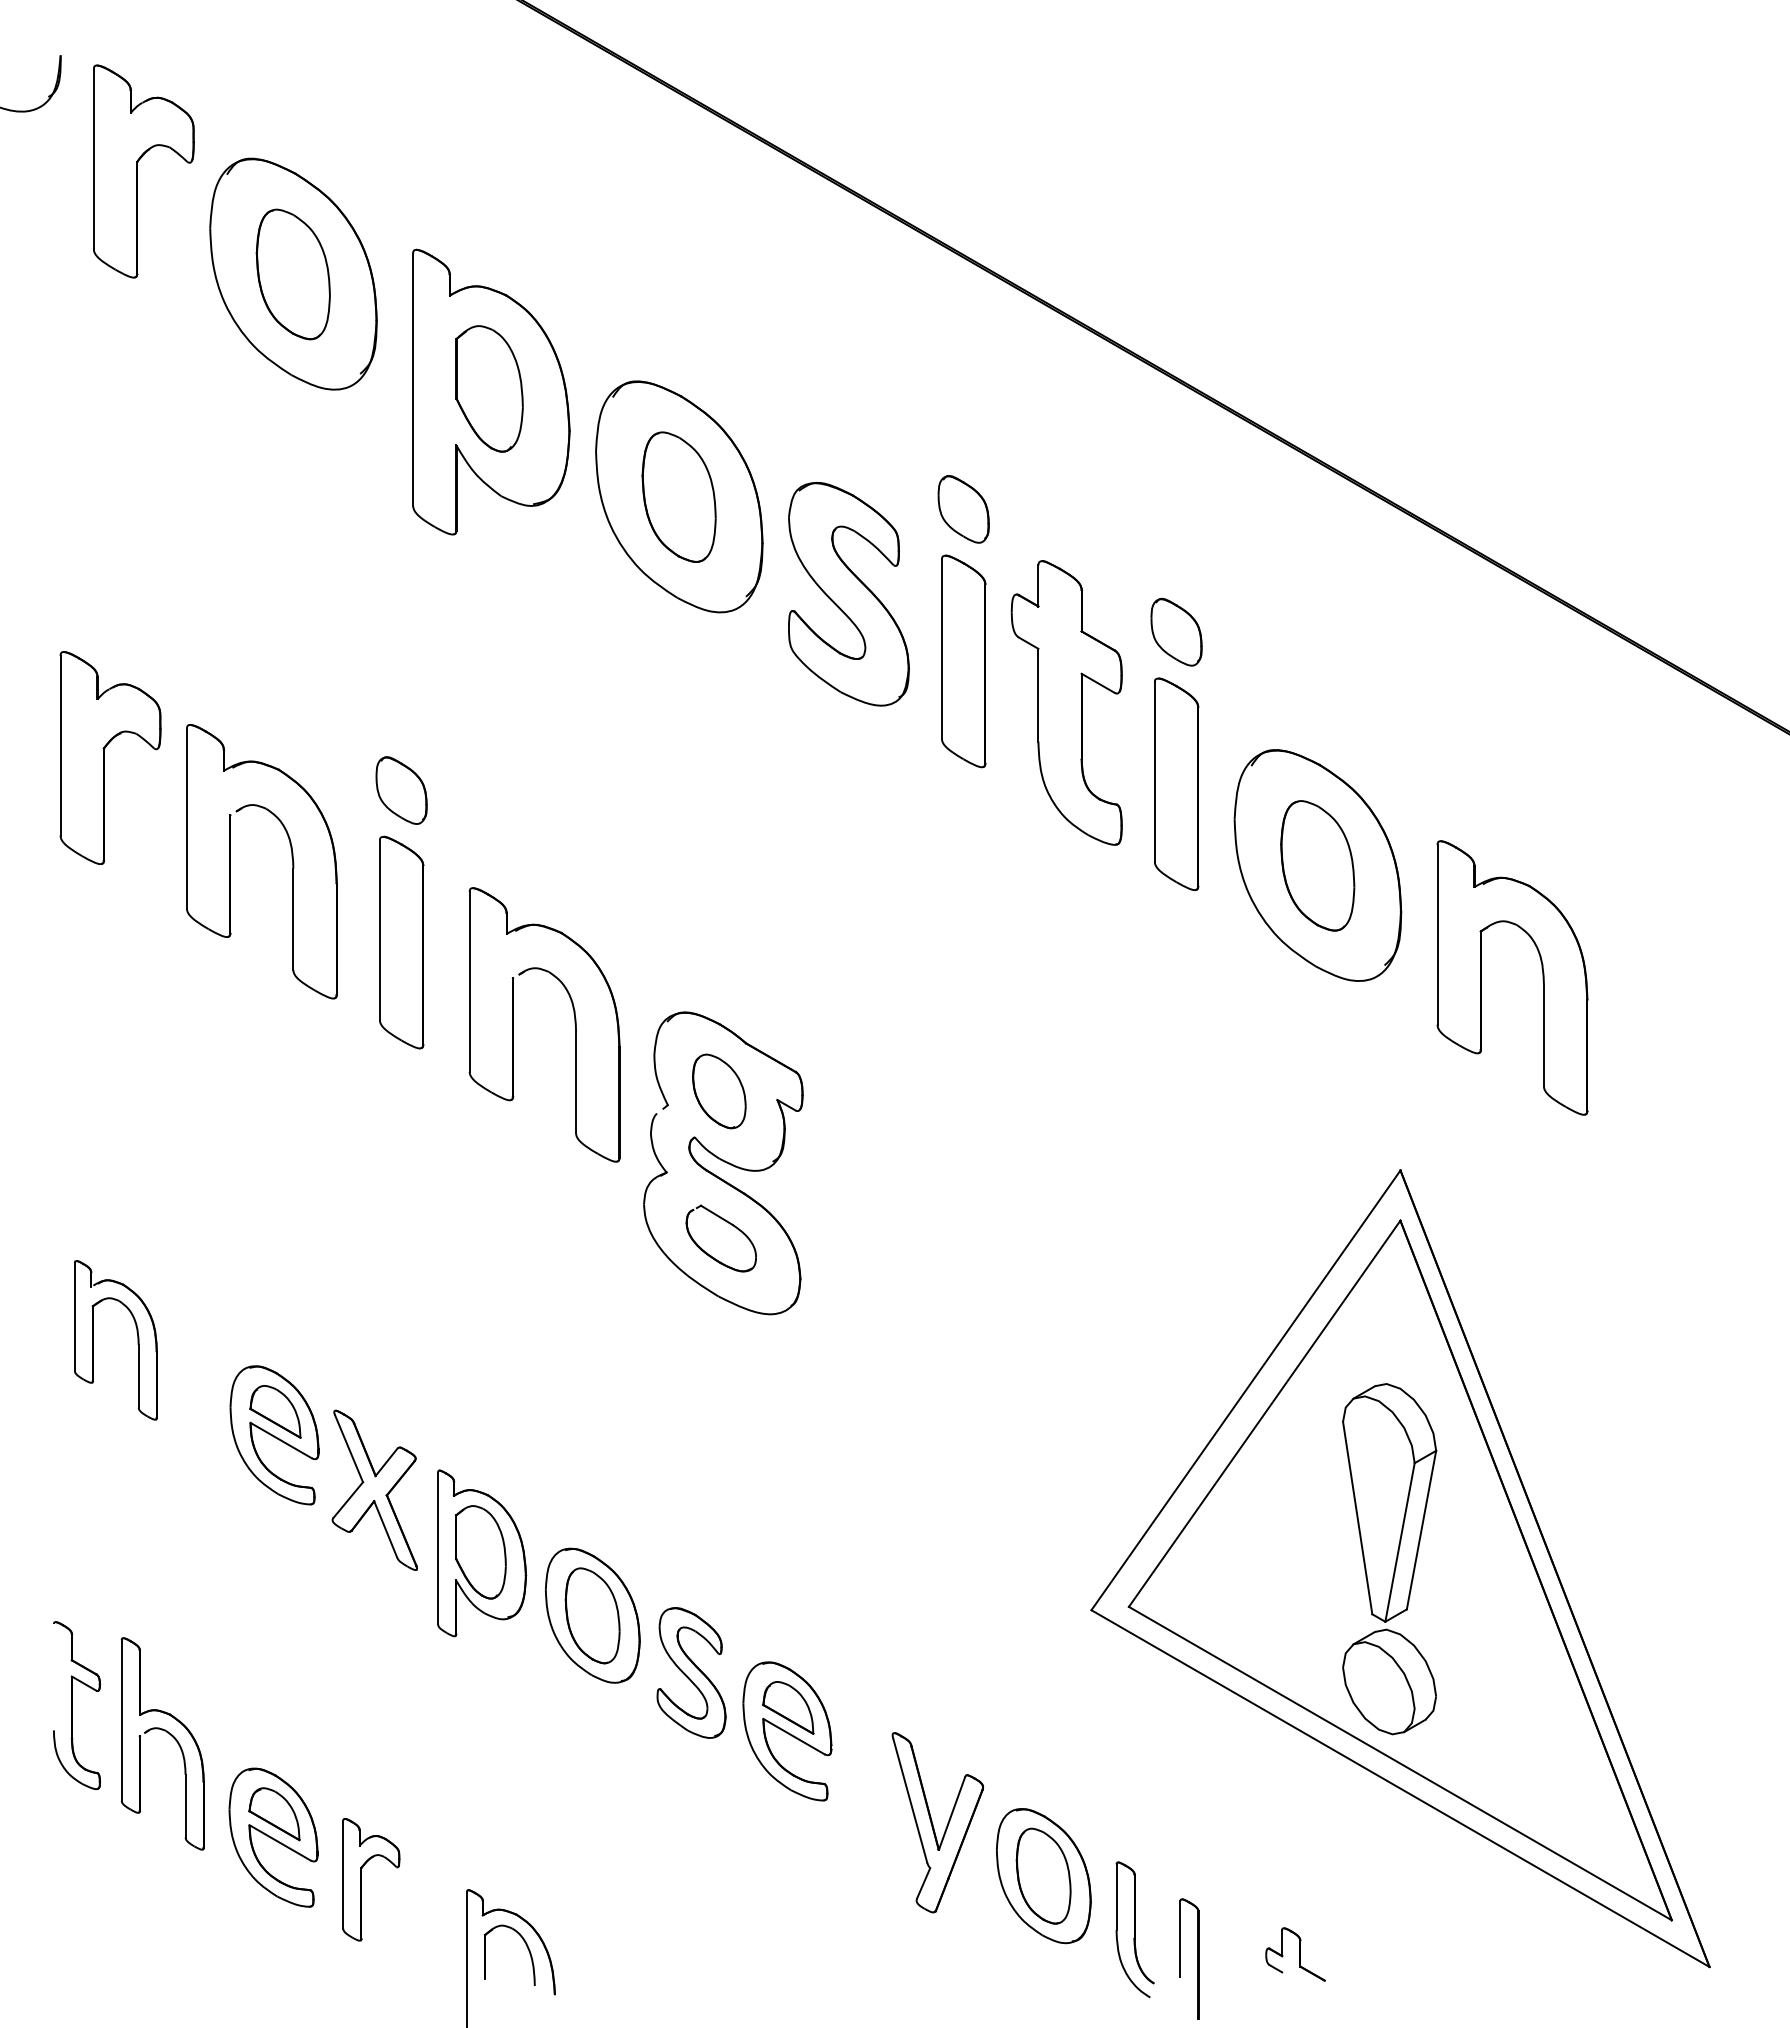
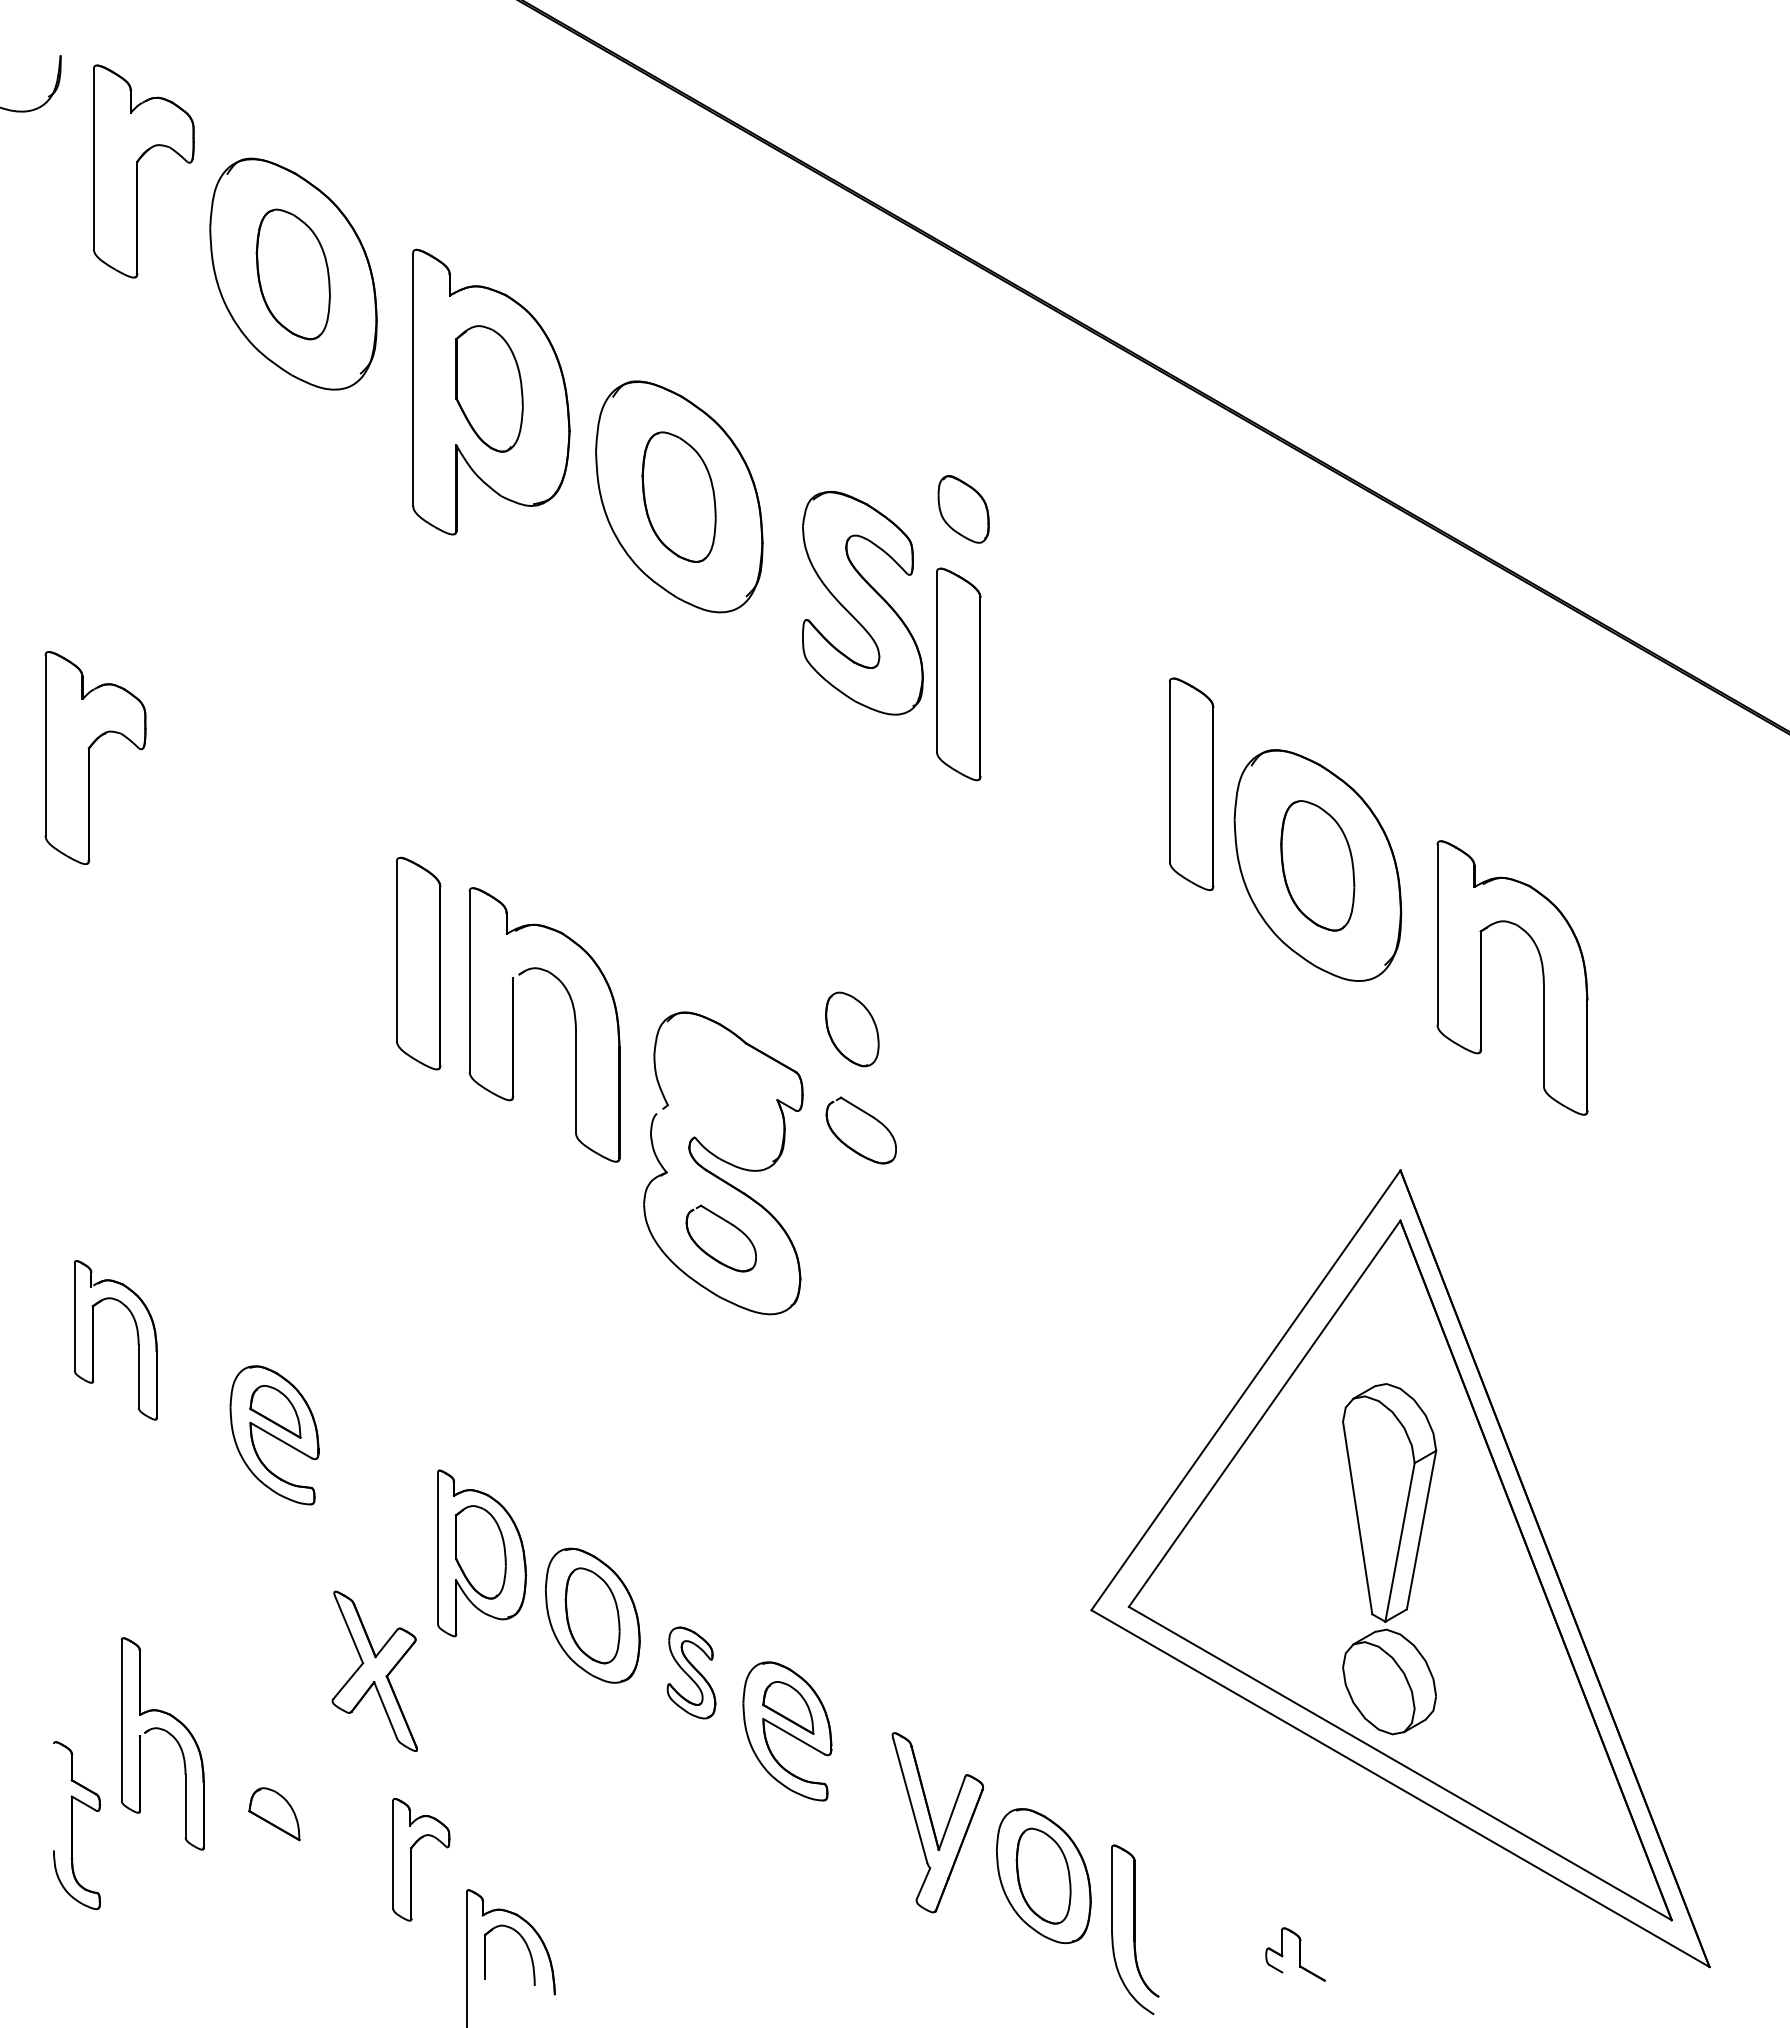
part at (848, 594) position: (848, 594) -> (862, 603)
part at (1176, 631): present -> none
part at (963, 661) position: (963, 661) -> (958, 674)
part at (1066, 702): present -> none
part at (110, 757) position: (110, 757) -> (95, 757)
part at (1176, 783) position: (1176, 783) -> (1191, 783)
part at (401, 790): present -> none
part at (291, 857): present -> none
part at (401, 942) position: (401, 942) -> (418, 963)
part at (719, 1091) position: (719, 1091) -> (852, 1029)
part at (869, 1116): none -> present
part at (374, 1489) position: (374, 1489) -> (374, 1670)
part at (691, 1672) size: 71x132 px -> 51x94 px
part at (76, 1705) position: (76, 1705) -> (76, 1825)
part at (273, 1837): present -> none
part at (361, 1879) position: (361, 1879) -> (411, 1859)
part at (1134, 1929) size: 40x138 px -> 49x172 px
part at (1197, 1958): present -> none
